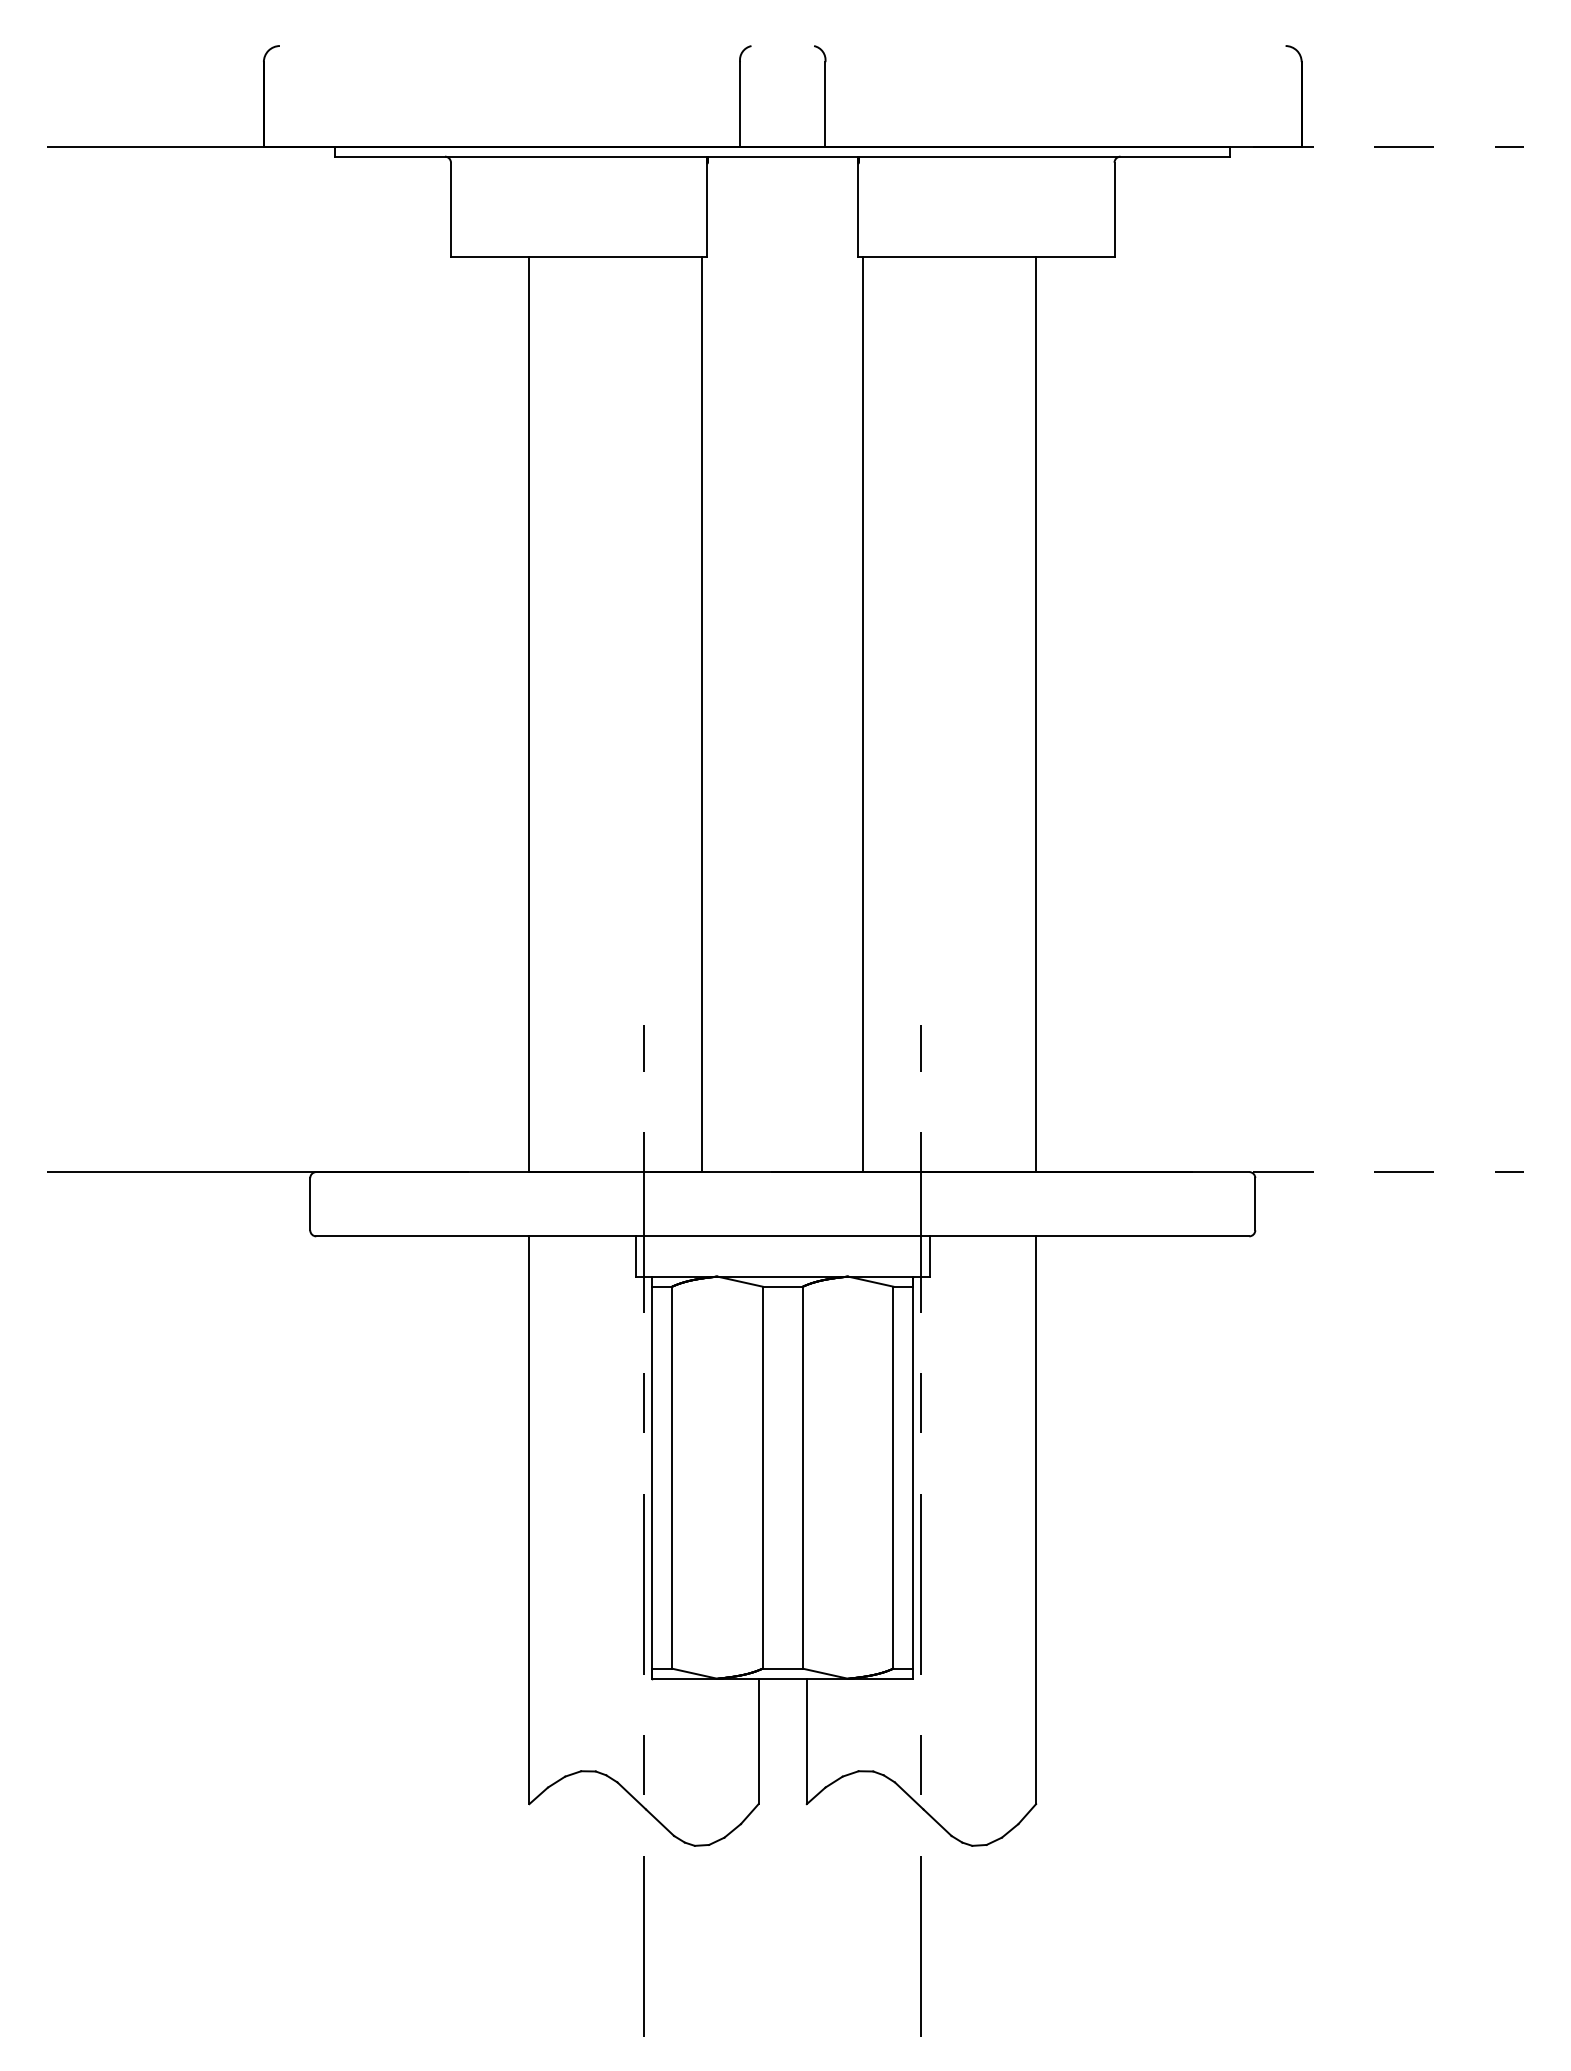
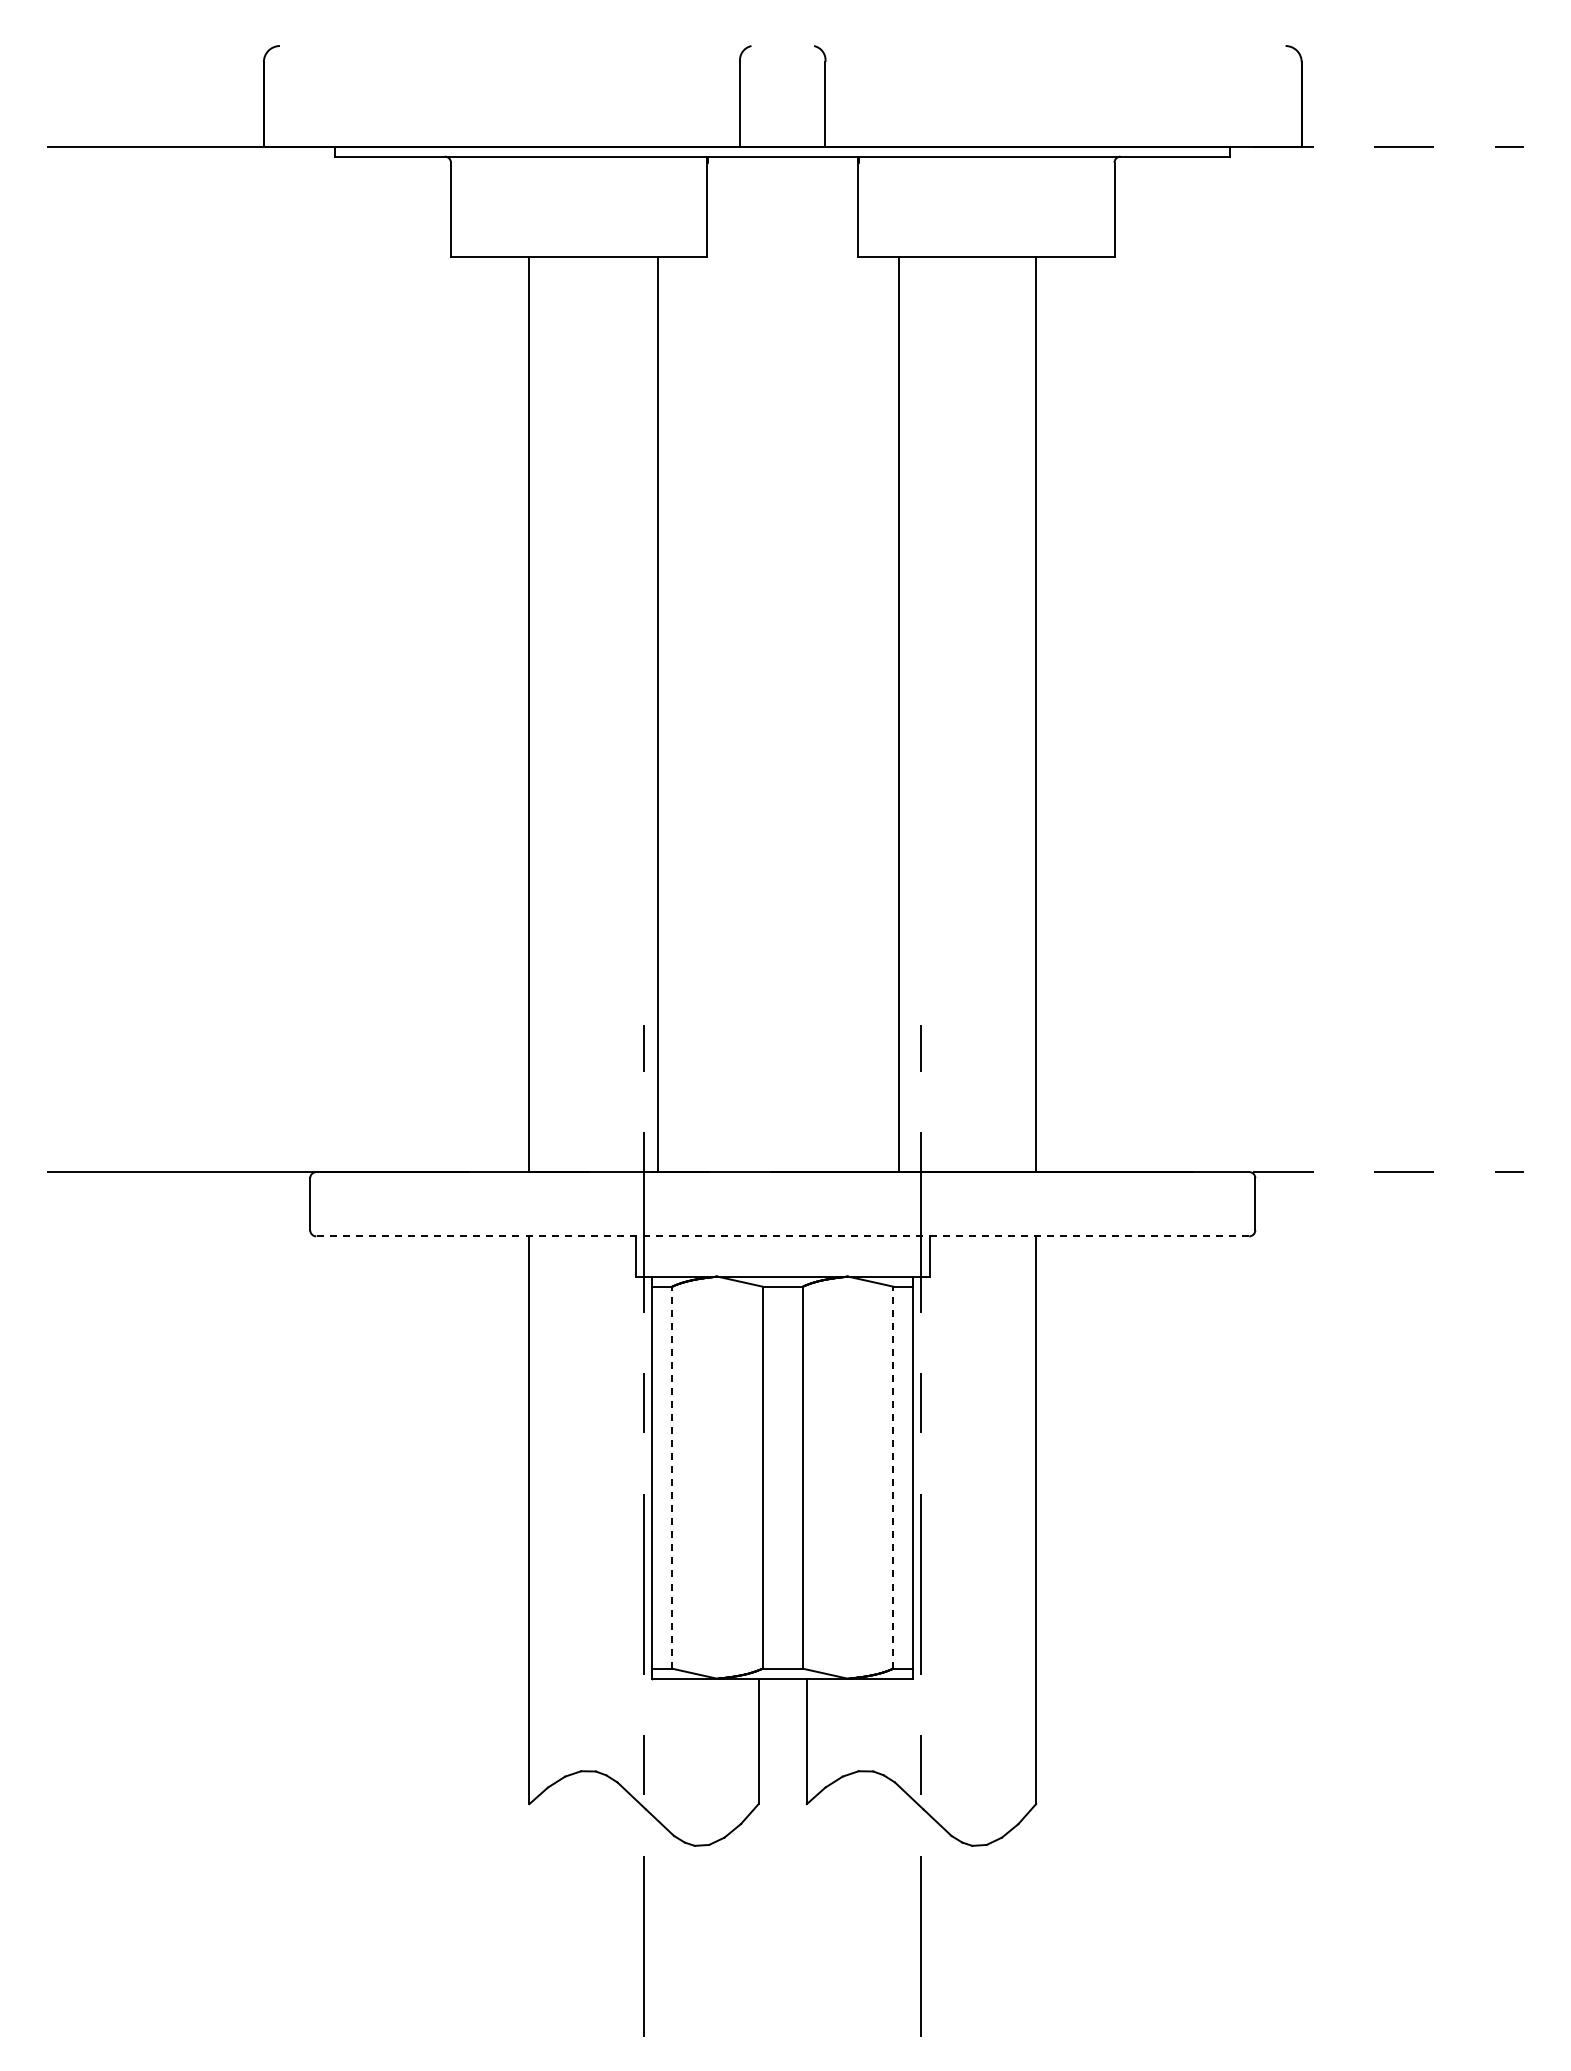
line at (702, 714) position: (702, 714) -> (658, 714)
line at (863, 714) position: (863, 714) -> (899, 714)
line at (782, 1236): solid -> dashed
line at (672, 1477): solid -> dashed
line at (893, 1477): solid -> dashed
